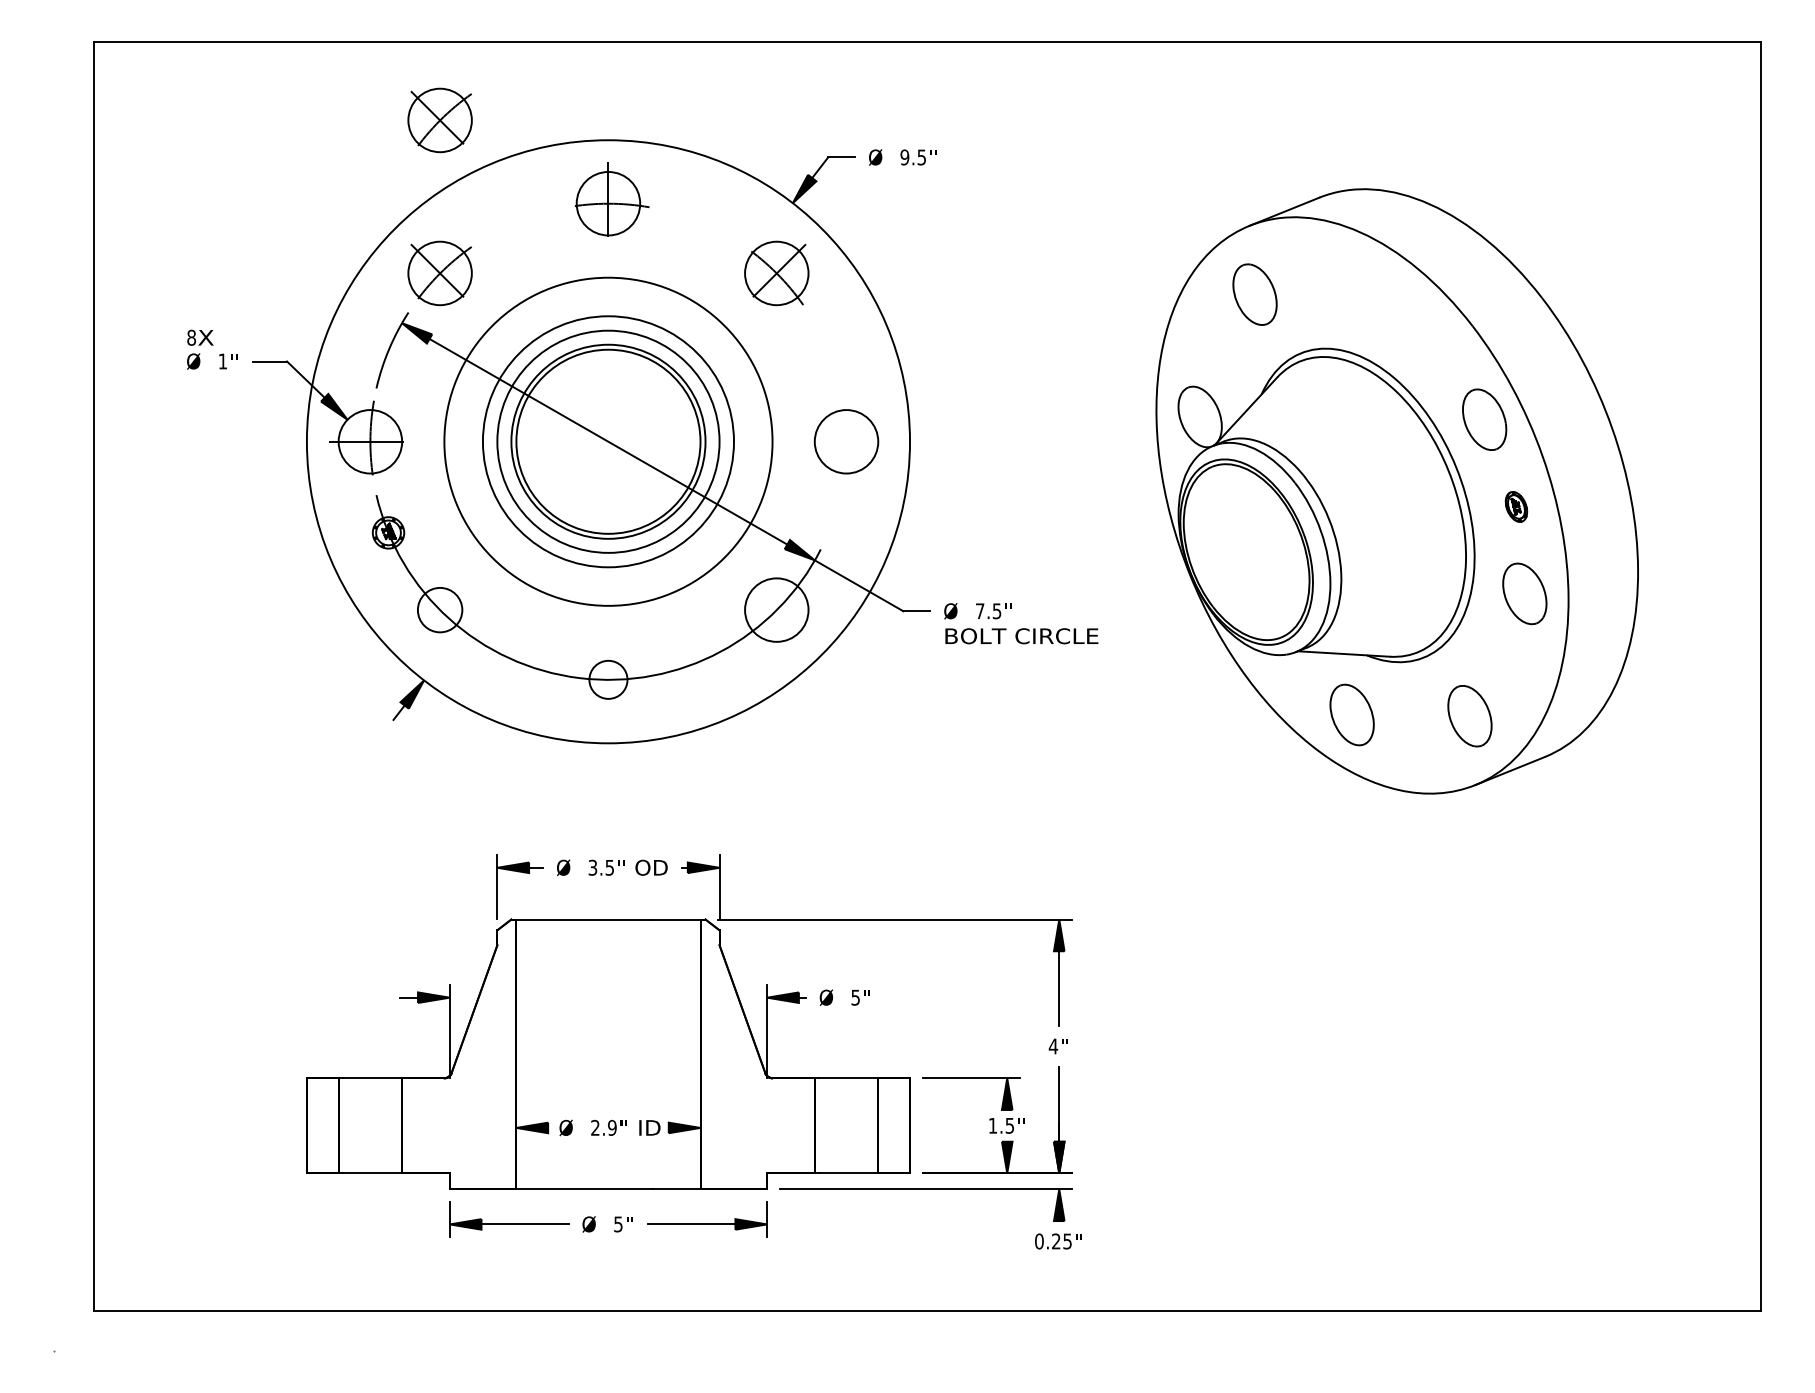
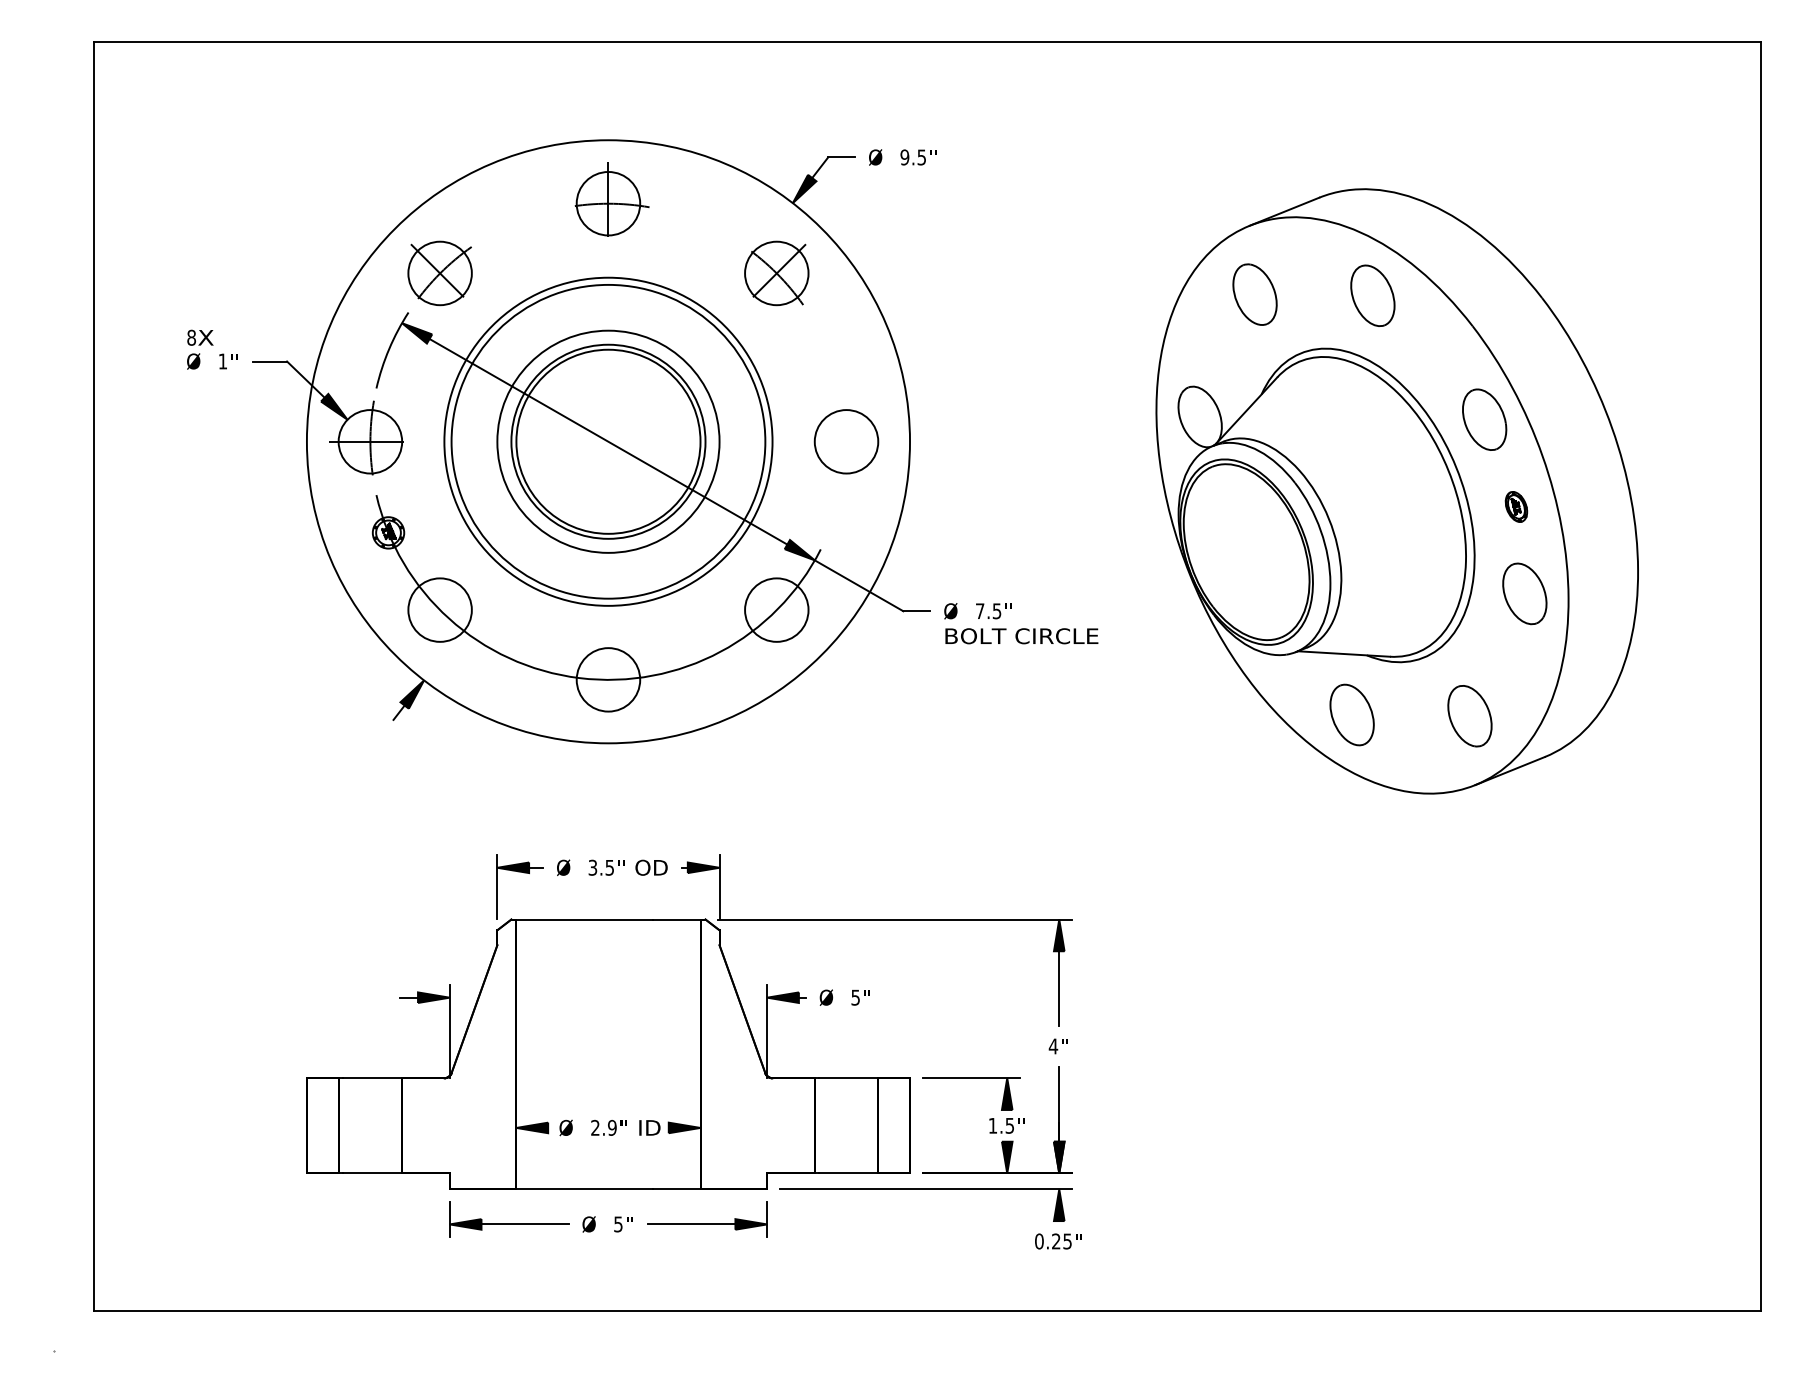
part at (439, 120): present -> none
part at (1372, 295): none -> present
circle at (607, 441) diameter: 251 px -> 314 px
circle at (439, 609) diameter: 44 px -> 63 px
circle at (608, 679) diameter: 38 px -> 63 px
